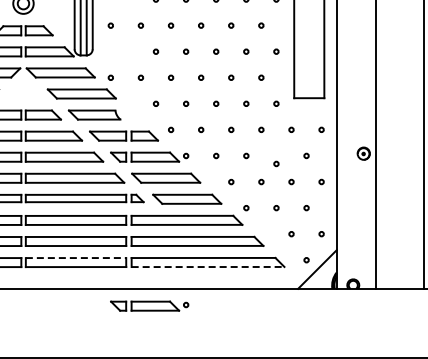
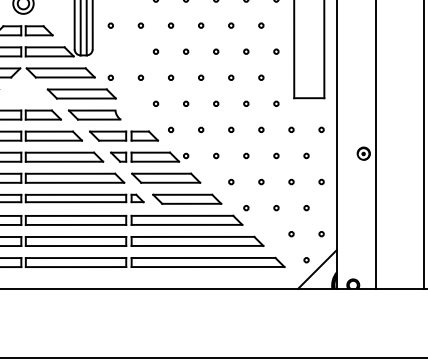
circle at (276, 163) position: (276, 163) -> (276, 155)
line at (76, 258): dashed -> solid
line at (208, 267): dashed -> solid
part at (149, 305): present -> none
